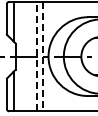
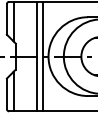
line at (36, 56): dashed -> solid
line at (42, 56): dashed -> solid
